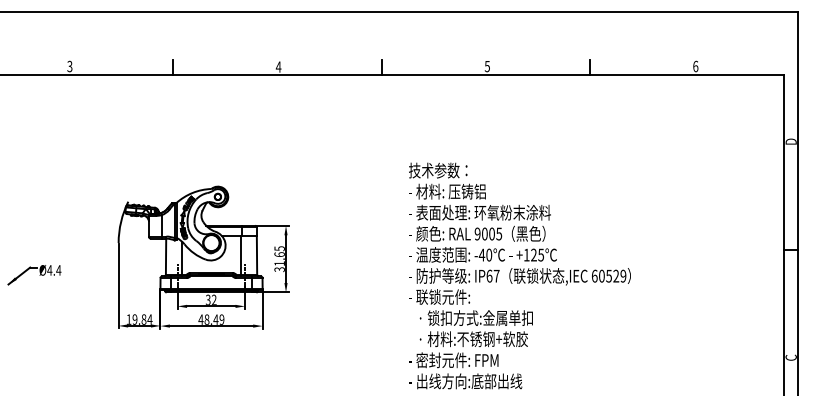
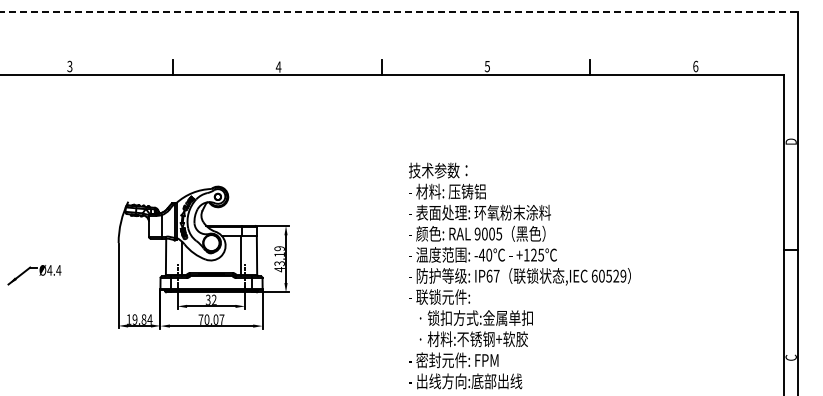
line at (399, 11): solid -> dashed
text at (279, 259): 31.65 -> 43.19
text at (211, 319): 48.49 -> 70.07
